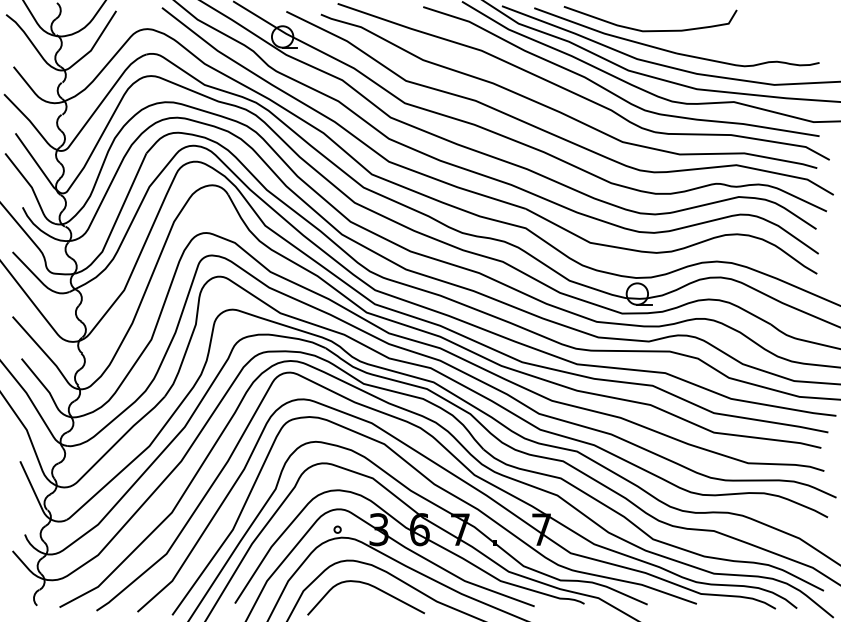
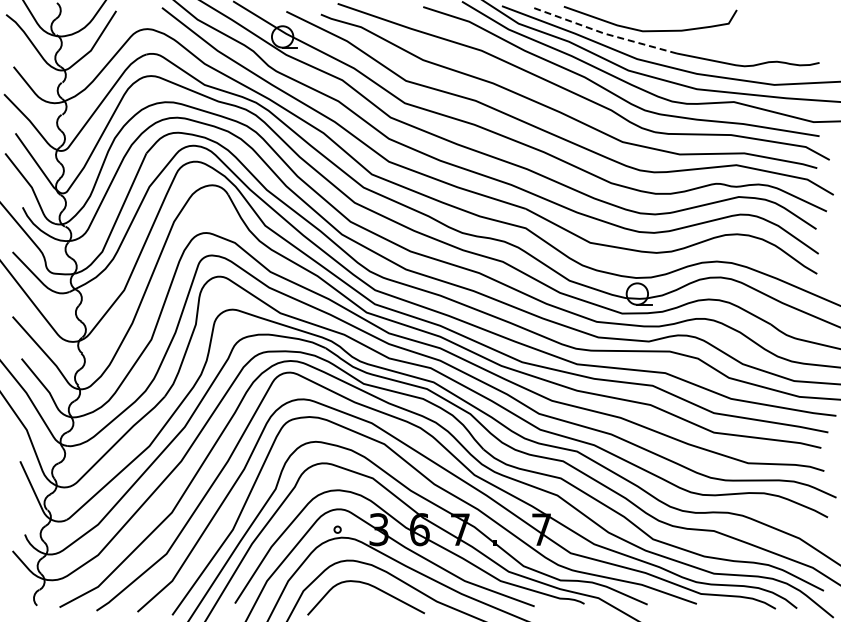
line at (604, 33): solid -> dashed
